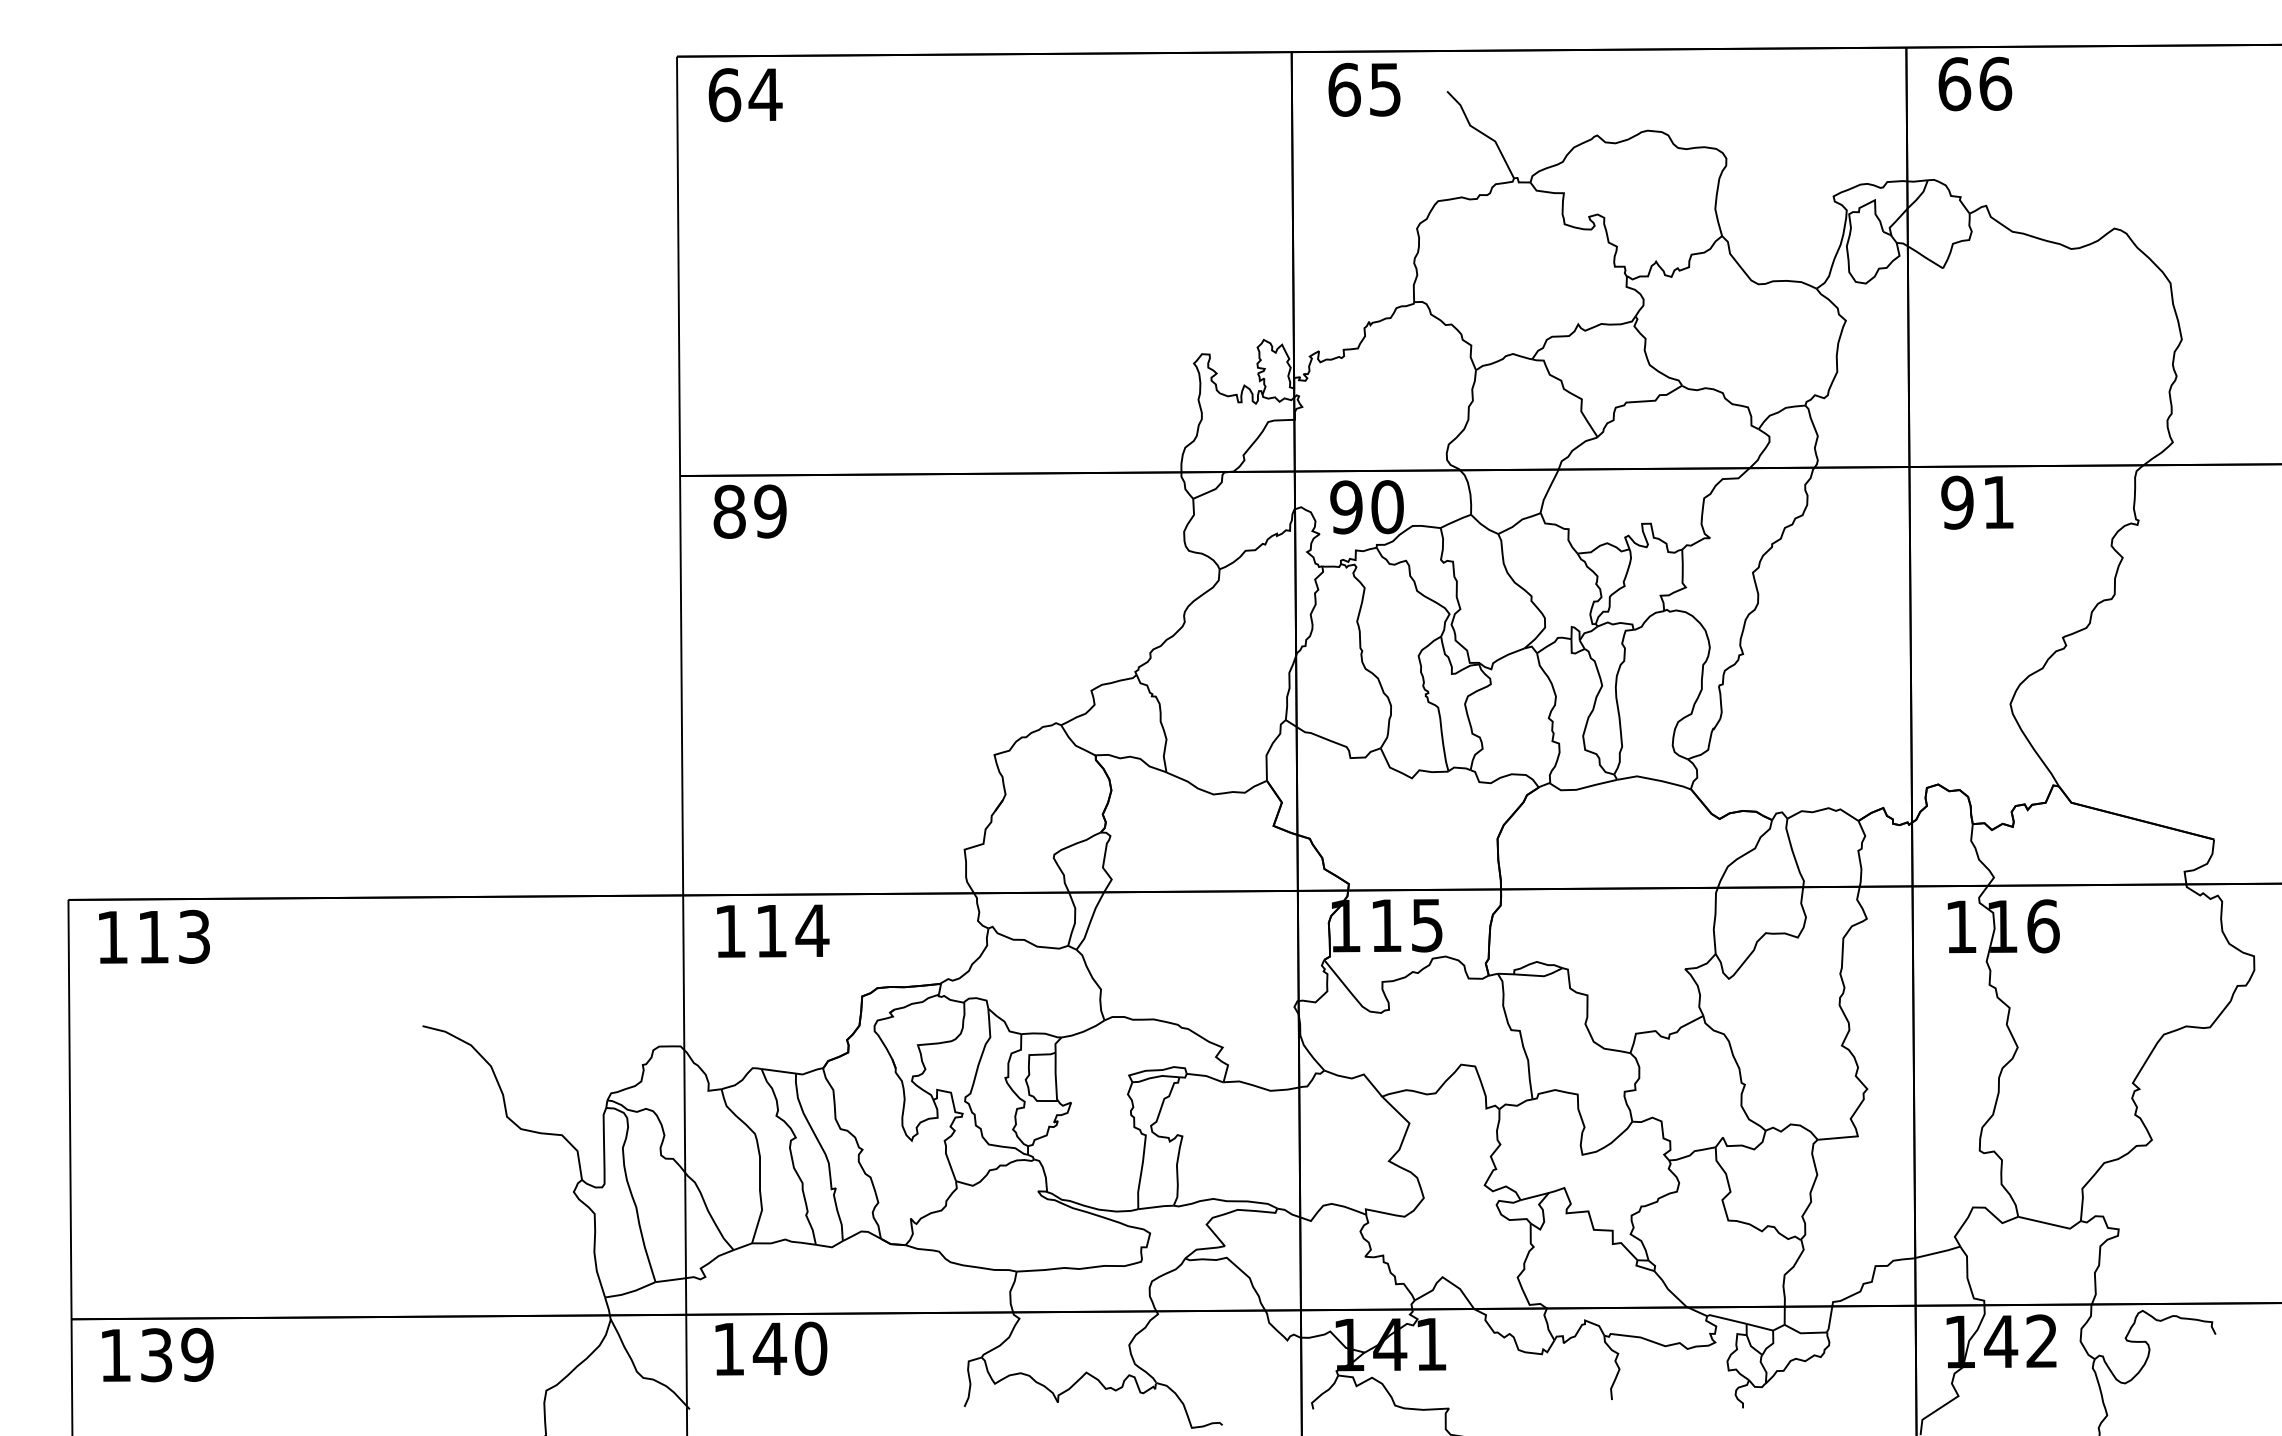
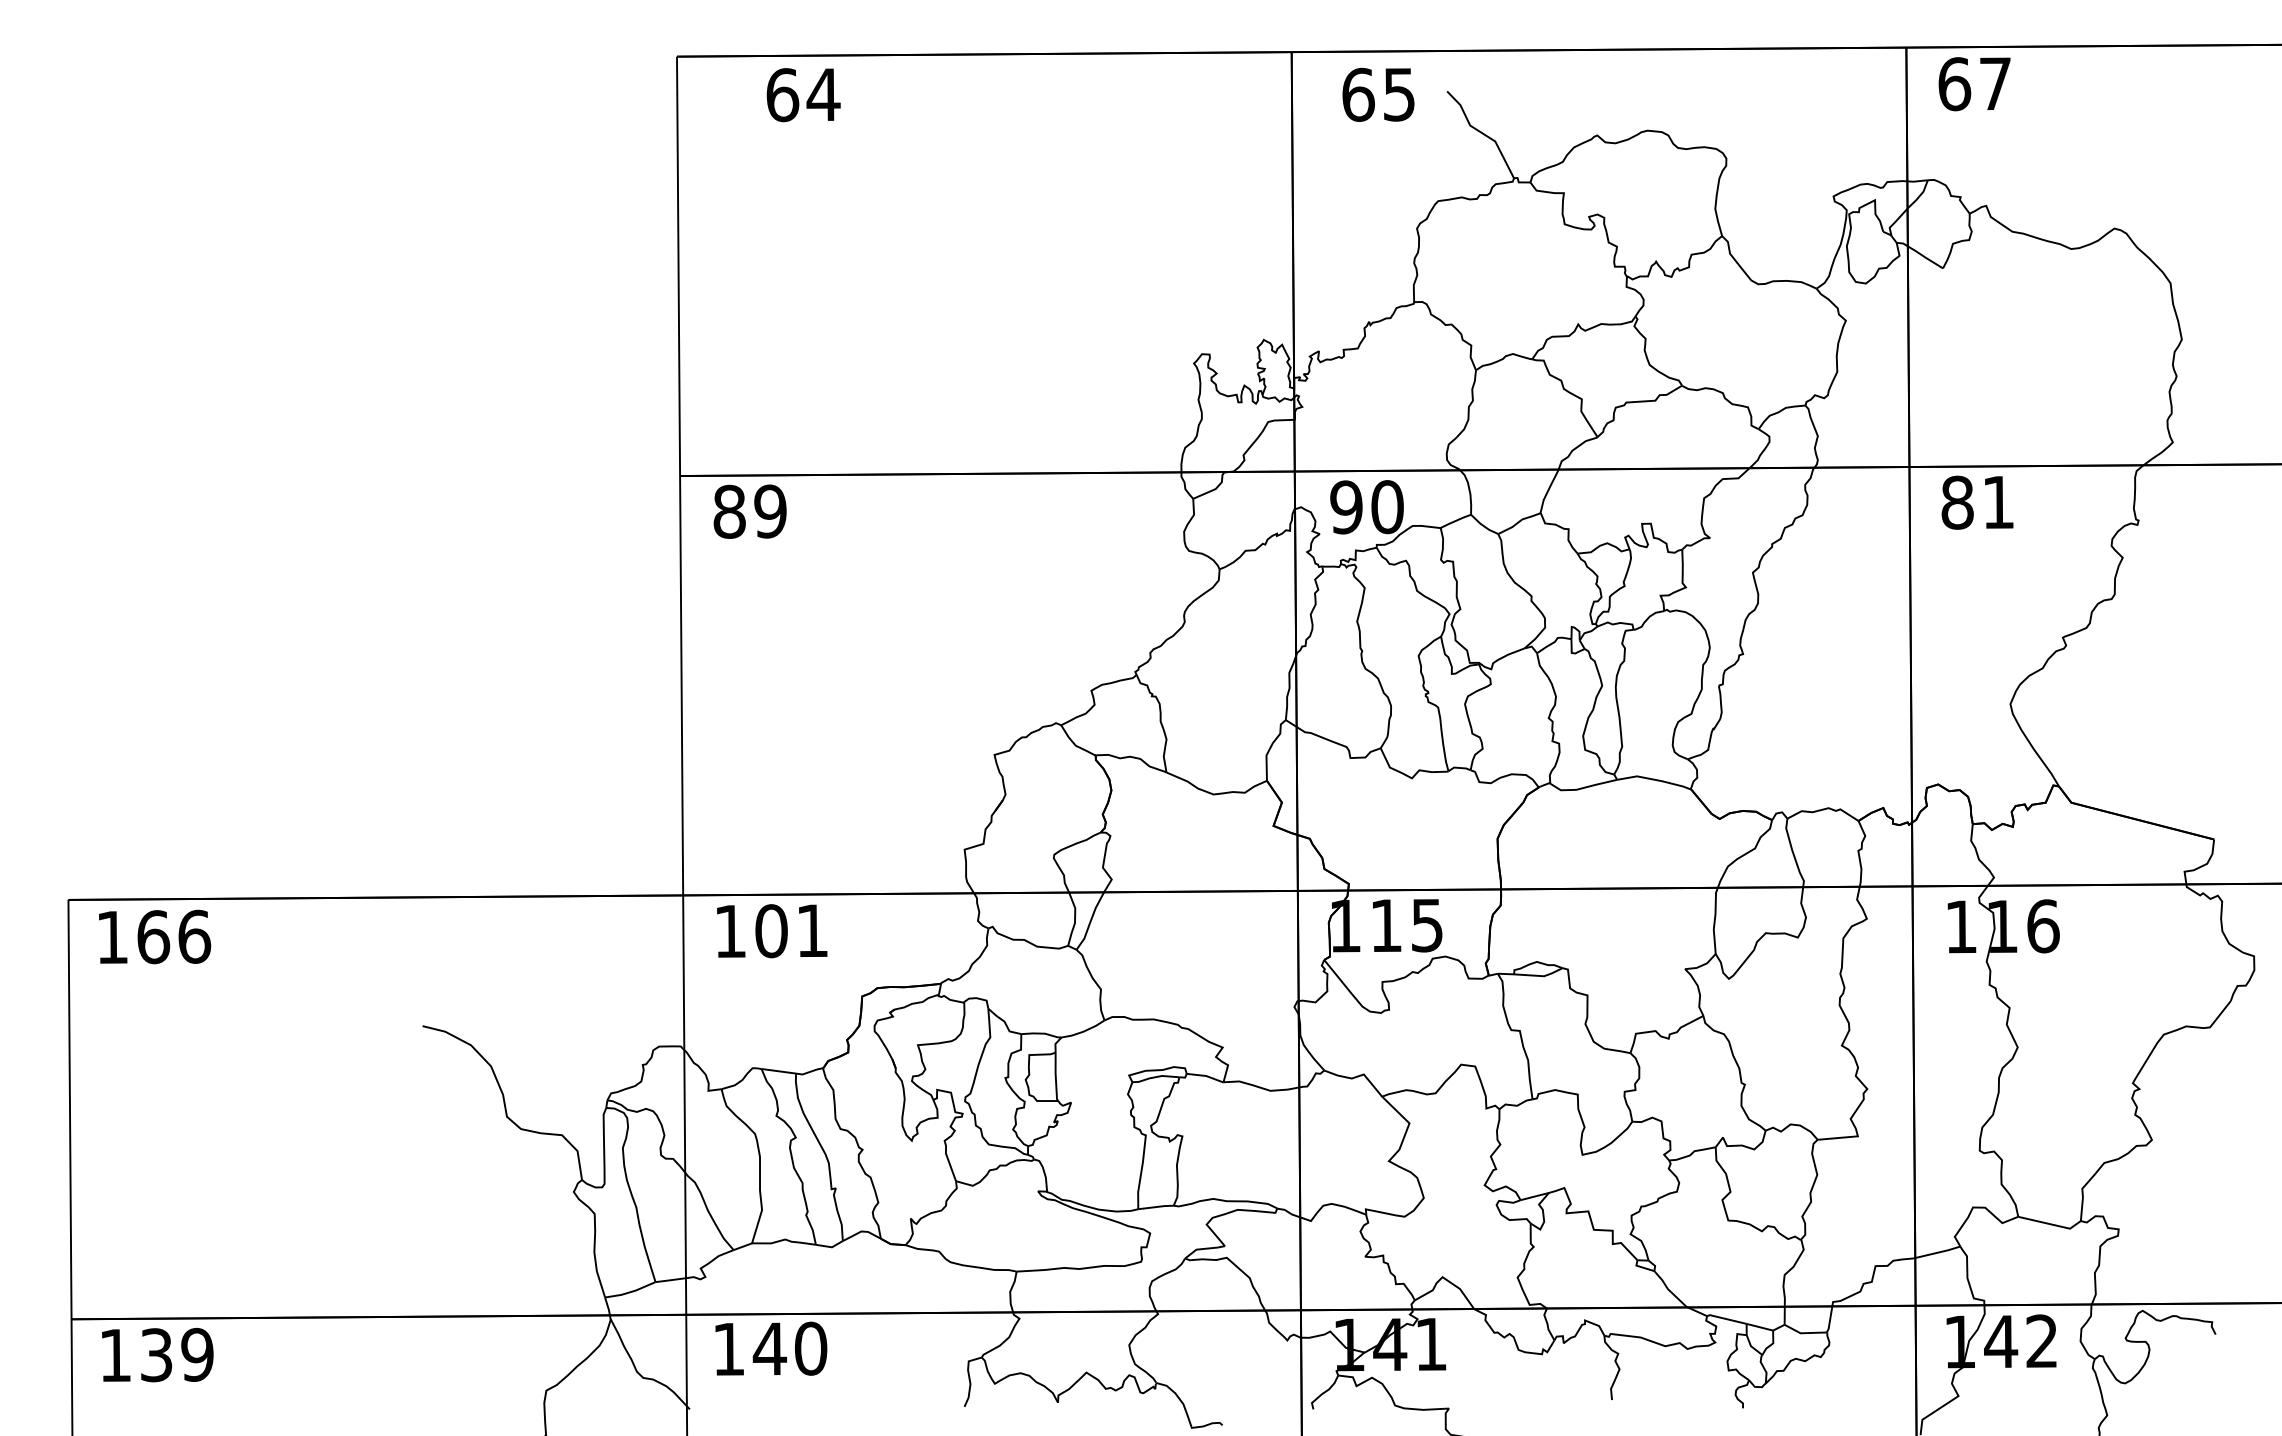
text at (1995, 83): 66 -> 67
text at (1364, 89) position: (1364, 89) -> (1378, 94)
text at (745, 95) position: (745, 95) -> (803, 95)
text at (1957, 502): 91 -> 81
text at (792, 931): 114 -> 101
text at (174, 936): 113 -> 166
